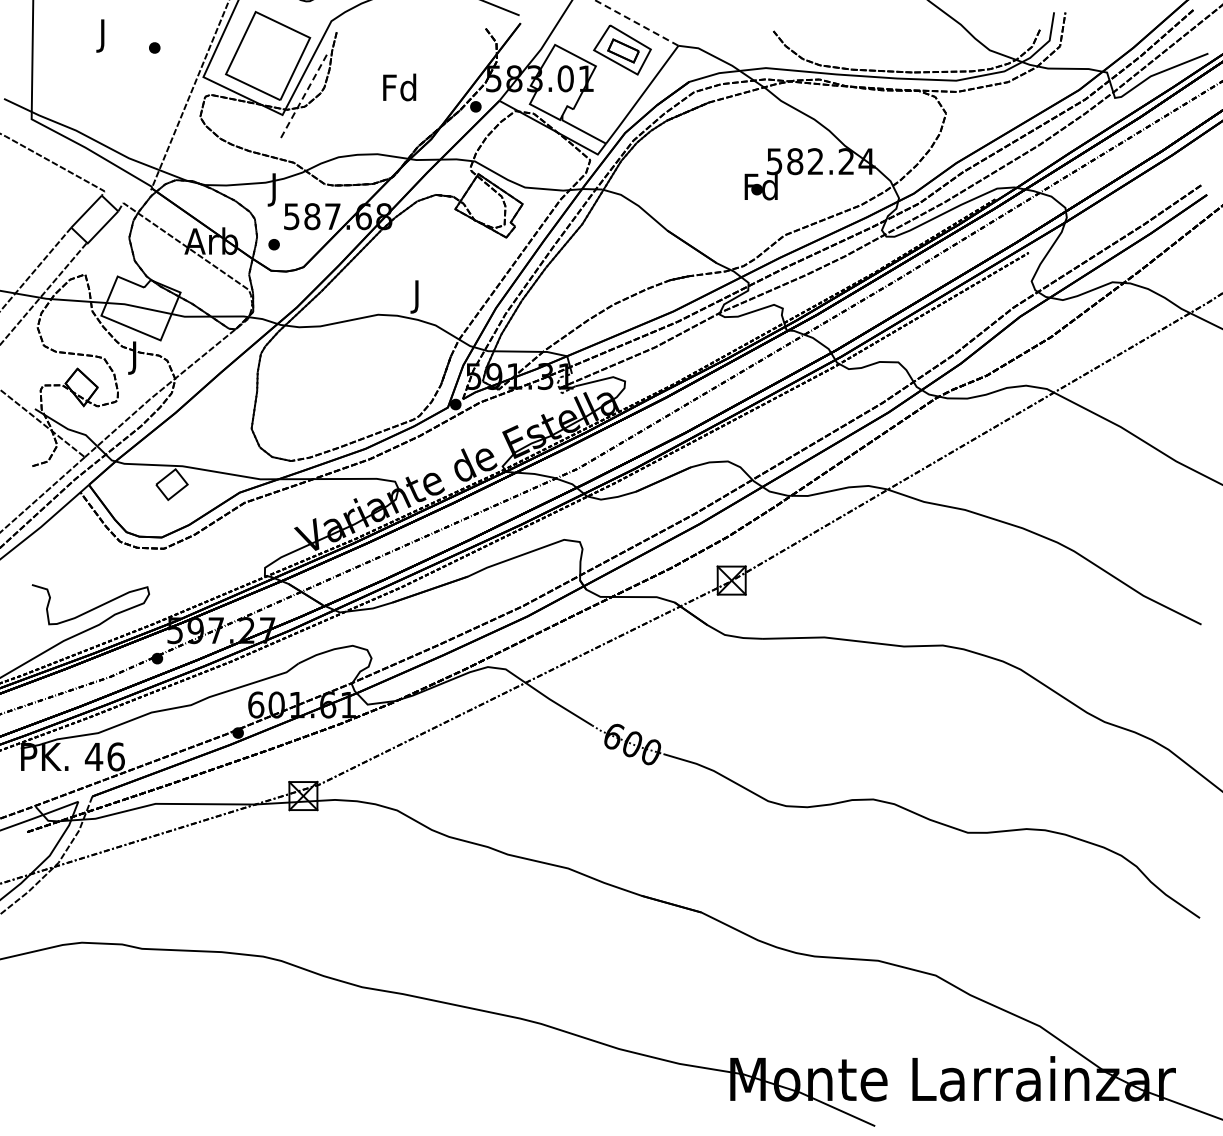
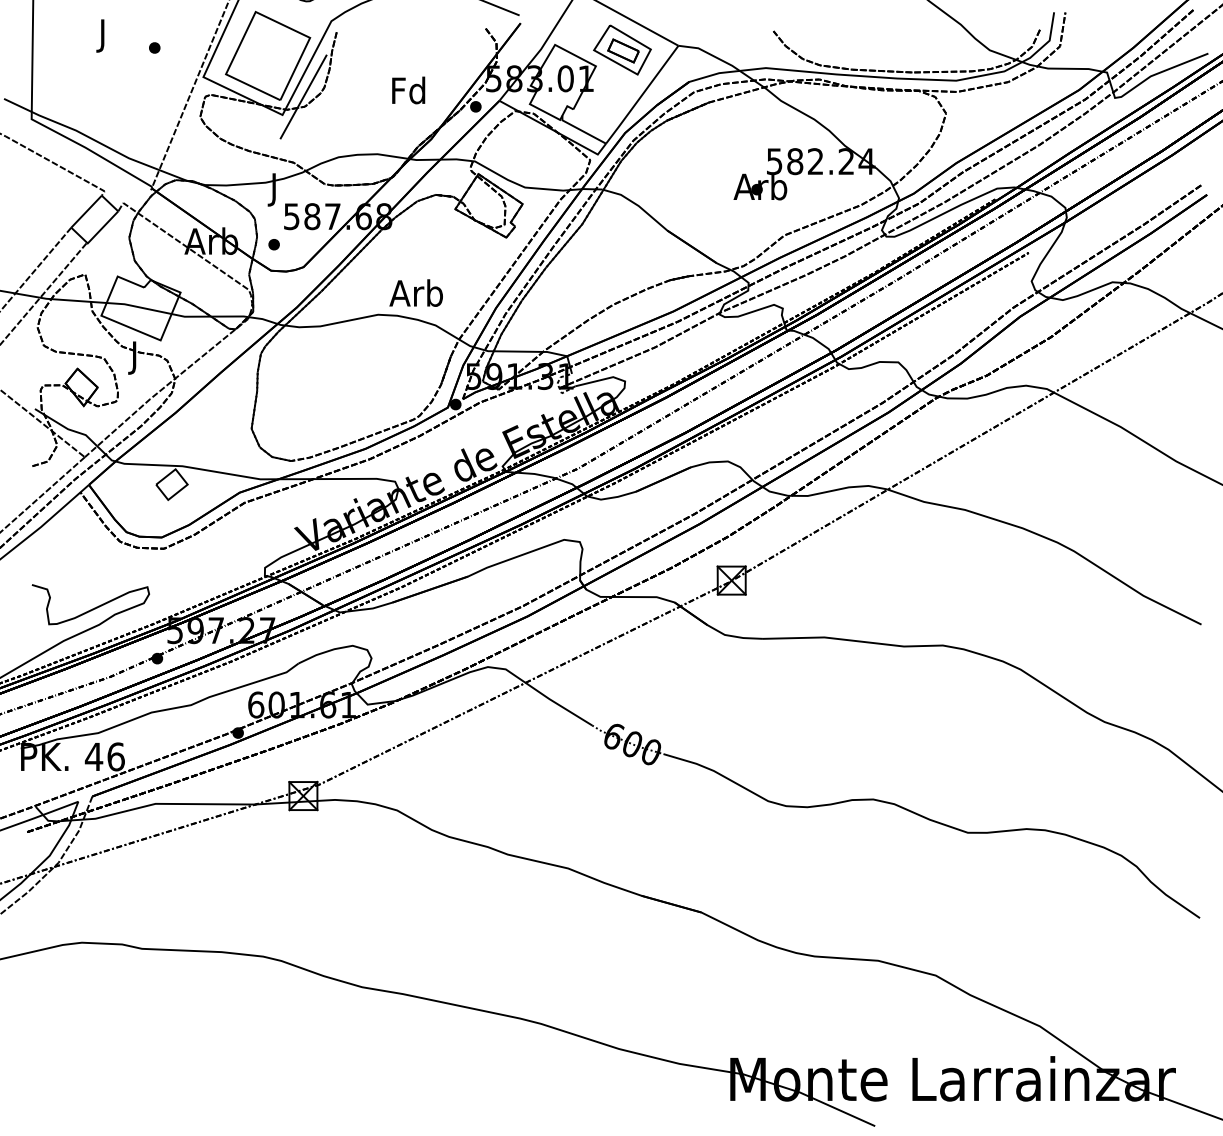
line at (636, 22): dashed -> solid
text at (399, 87) position: (399, 87) -> (408, 90)
line at (303, 97): dashed -> solid
text at (760, 186): Fd -> Arb
text at (415, 296): J -> Arb
